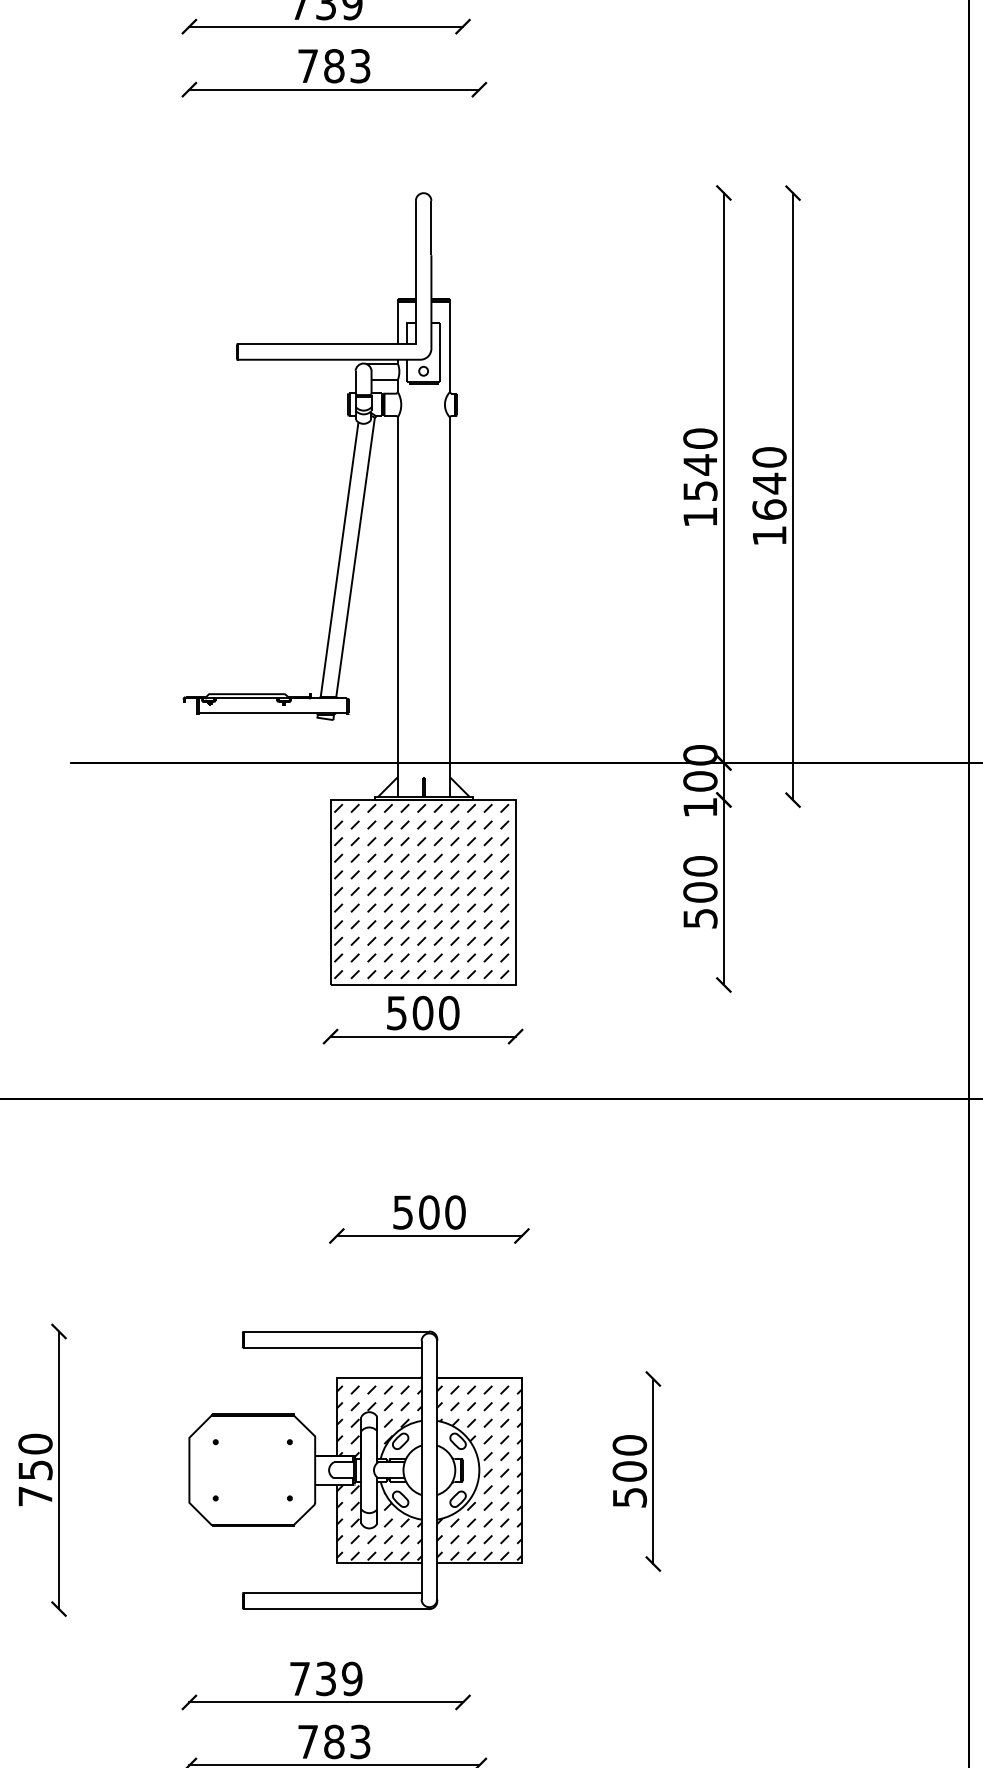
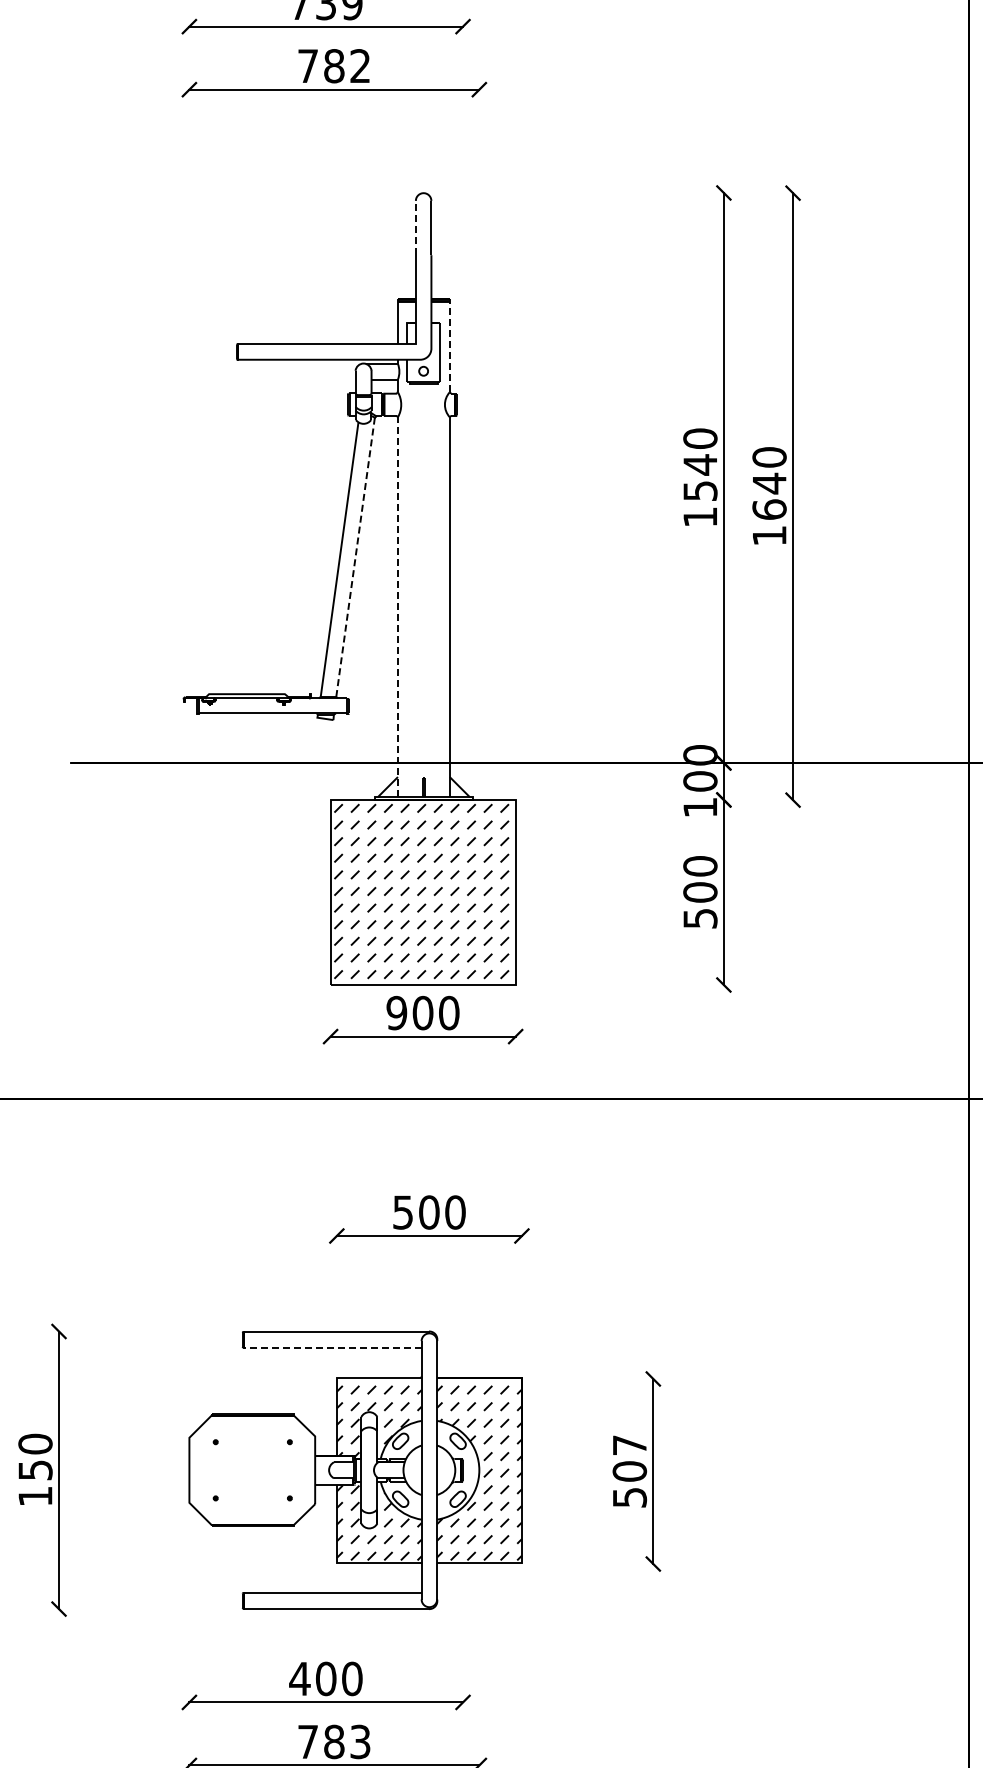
text at (360, 66): 783 -> 782
line at (415, 227): solid -> dashed
line at (449, 346): solid -> dashed
line at (355, 557): solid -> dashed
line at (397, 606): solid -> dashed
text at (396, 1012): 500 -> 900
line at (332, 1347): solid -> dashed
text at (629, 1445): 500 -> 507
text at (35, 1496): 750 -> 150
text at (325, 1678): 739 -> 400
